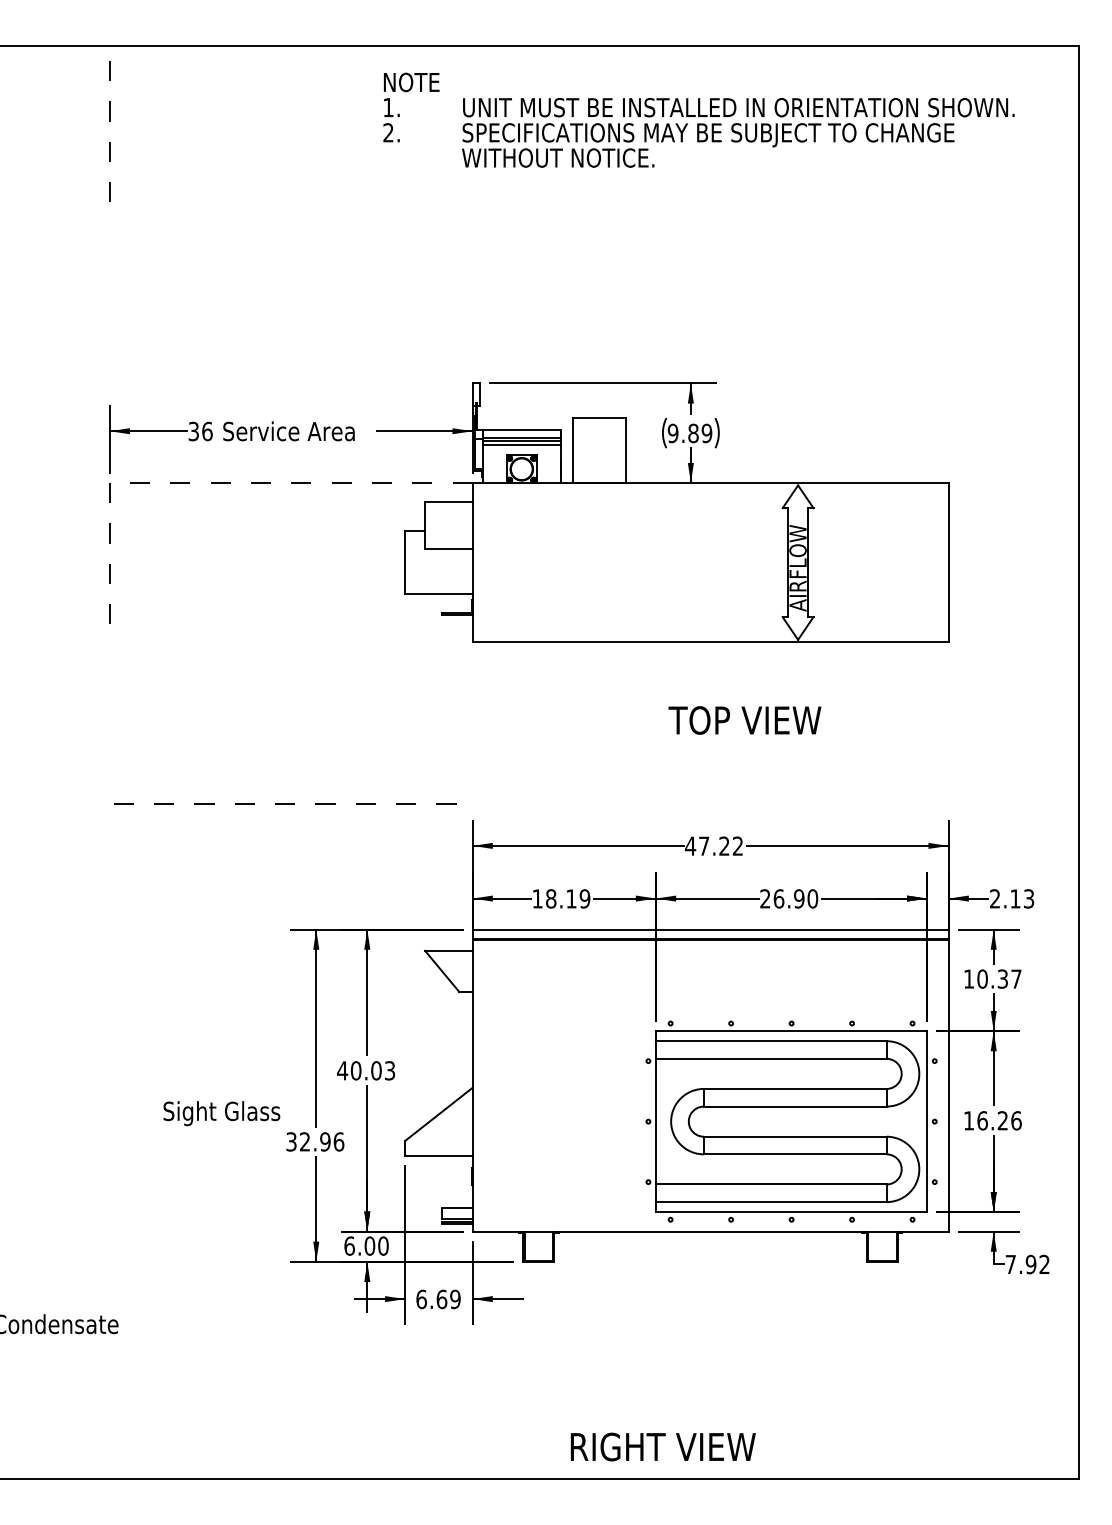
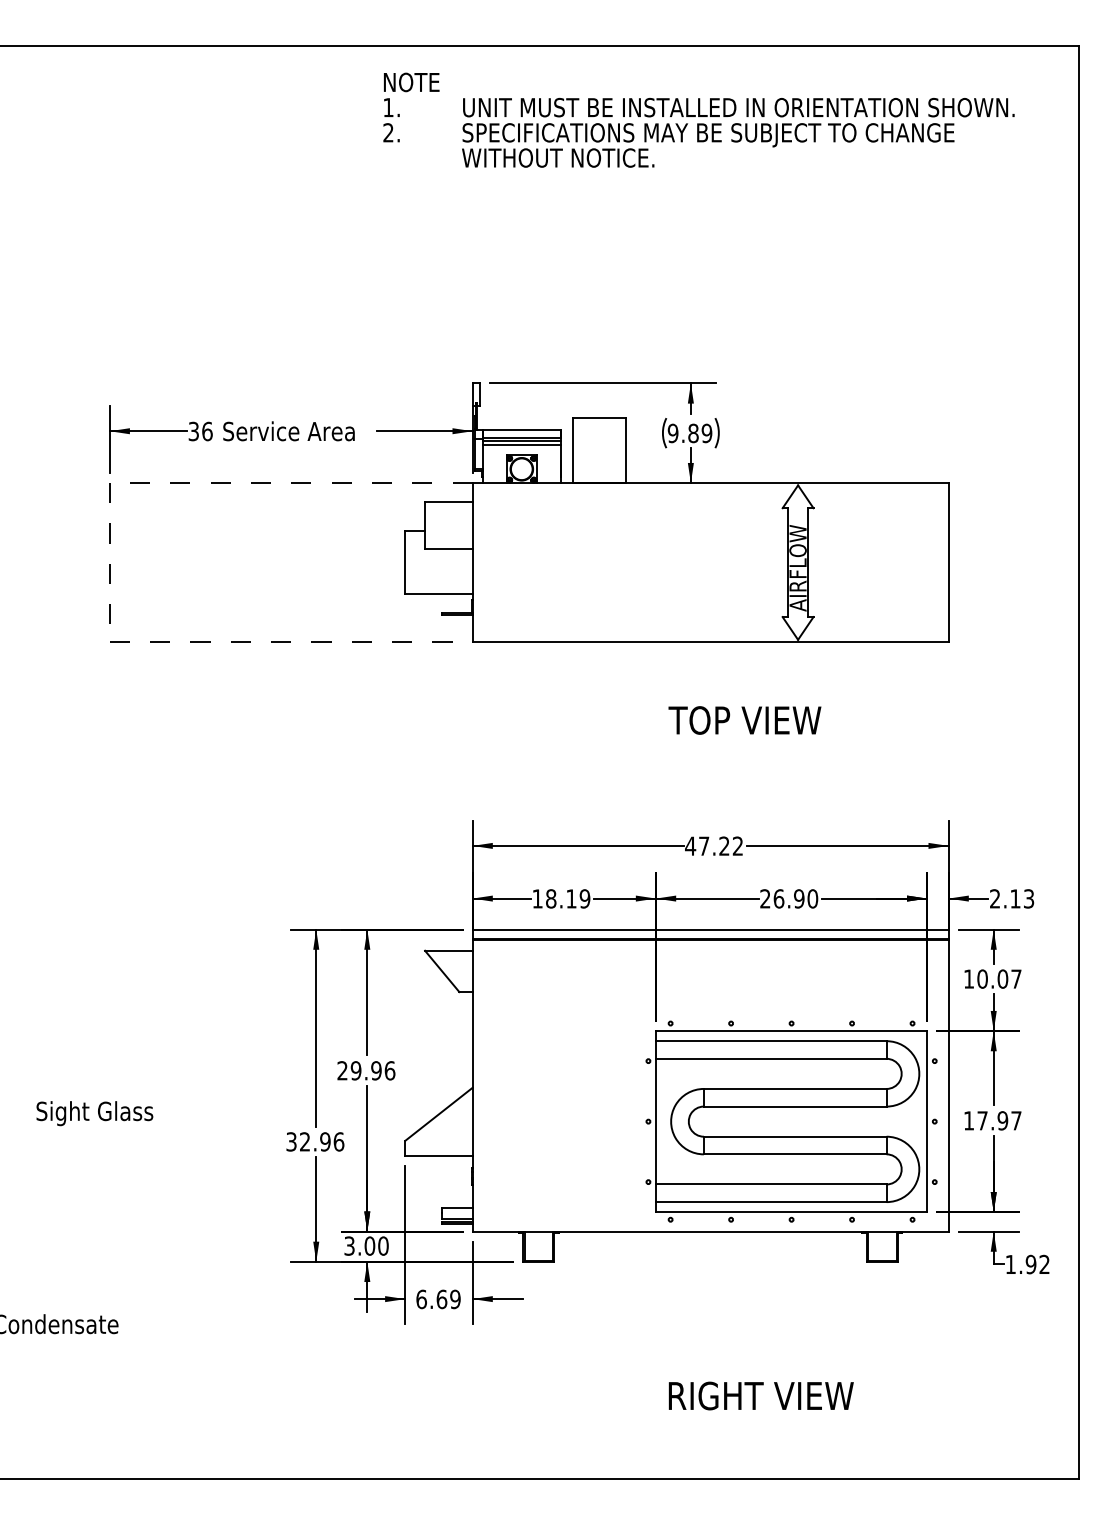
line at (109, 121): present -> none
line at (285, 803) position: (285, 803) -> (281, 641)
text at (1002, 978): 10.37 -> 10.07
text at (366, 1070): 40.03 -> 29.96
text at (221, 1113) position: (221, 1113) -> (94, 1113)
text at (999, 1120): 16.26 -> 17.97
text at (349, 1245): 6.00 -> 3.00
text at (1010, 1264): 7.92 -> 1.92
text at (662, 1446) position: (662, 1446) -> (760, 1395)
